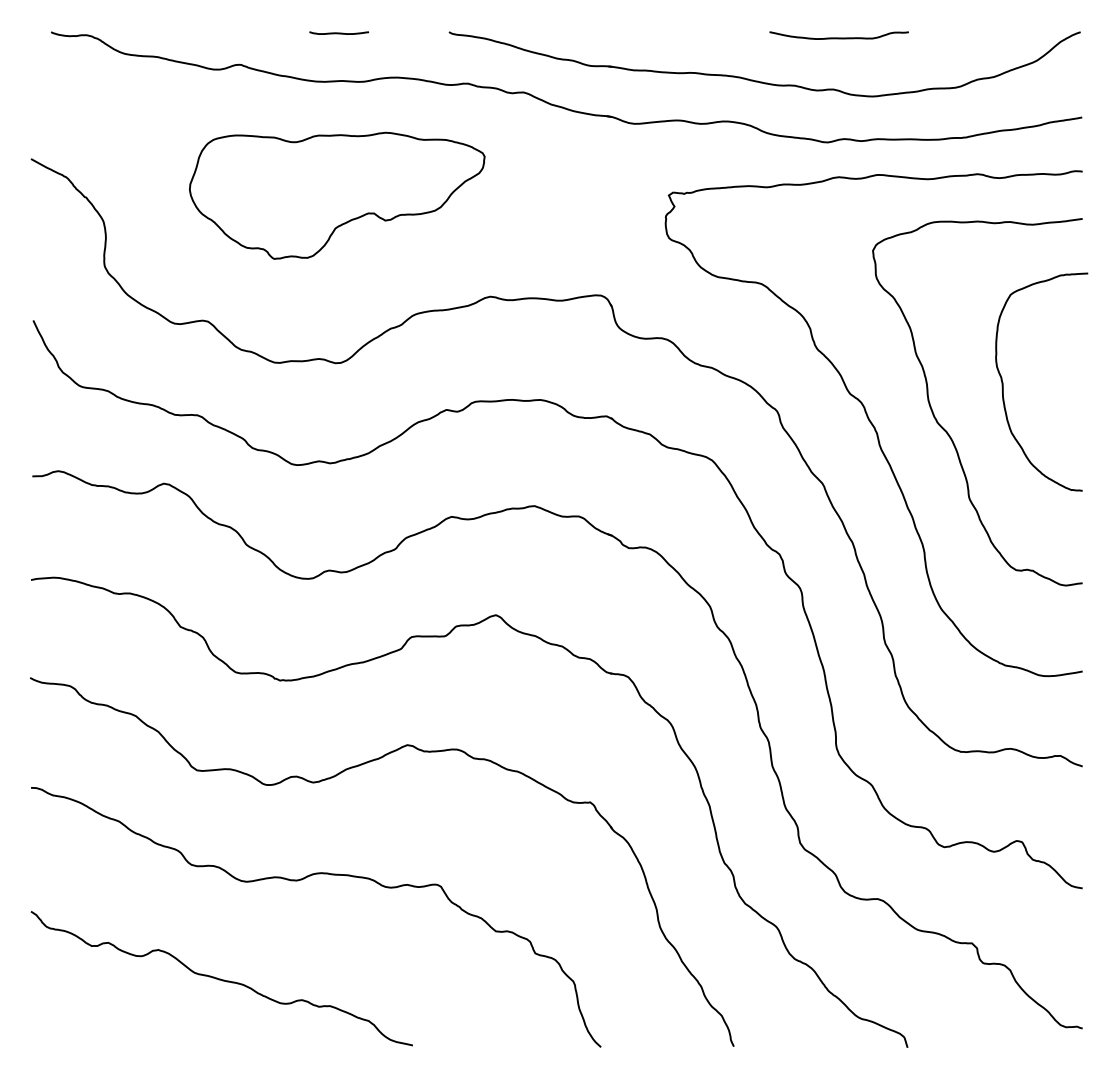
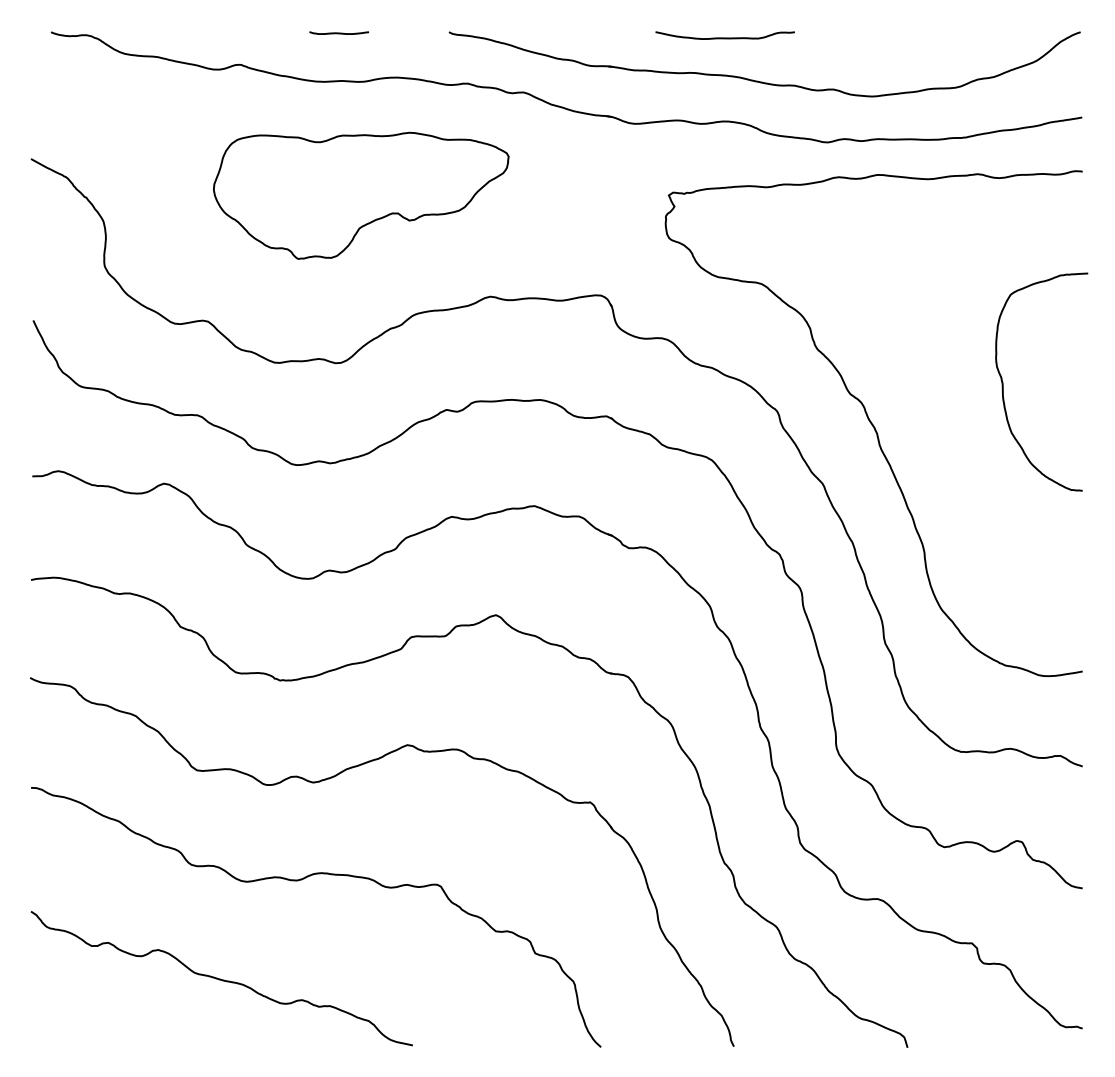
curve at (838, 37) position: (838, 37) -> (724, 37)
part at (337, 195) position: (337, 195) -> (361, 195)
curve at (947, 431): present -> none
